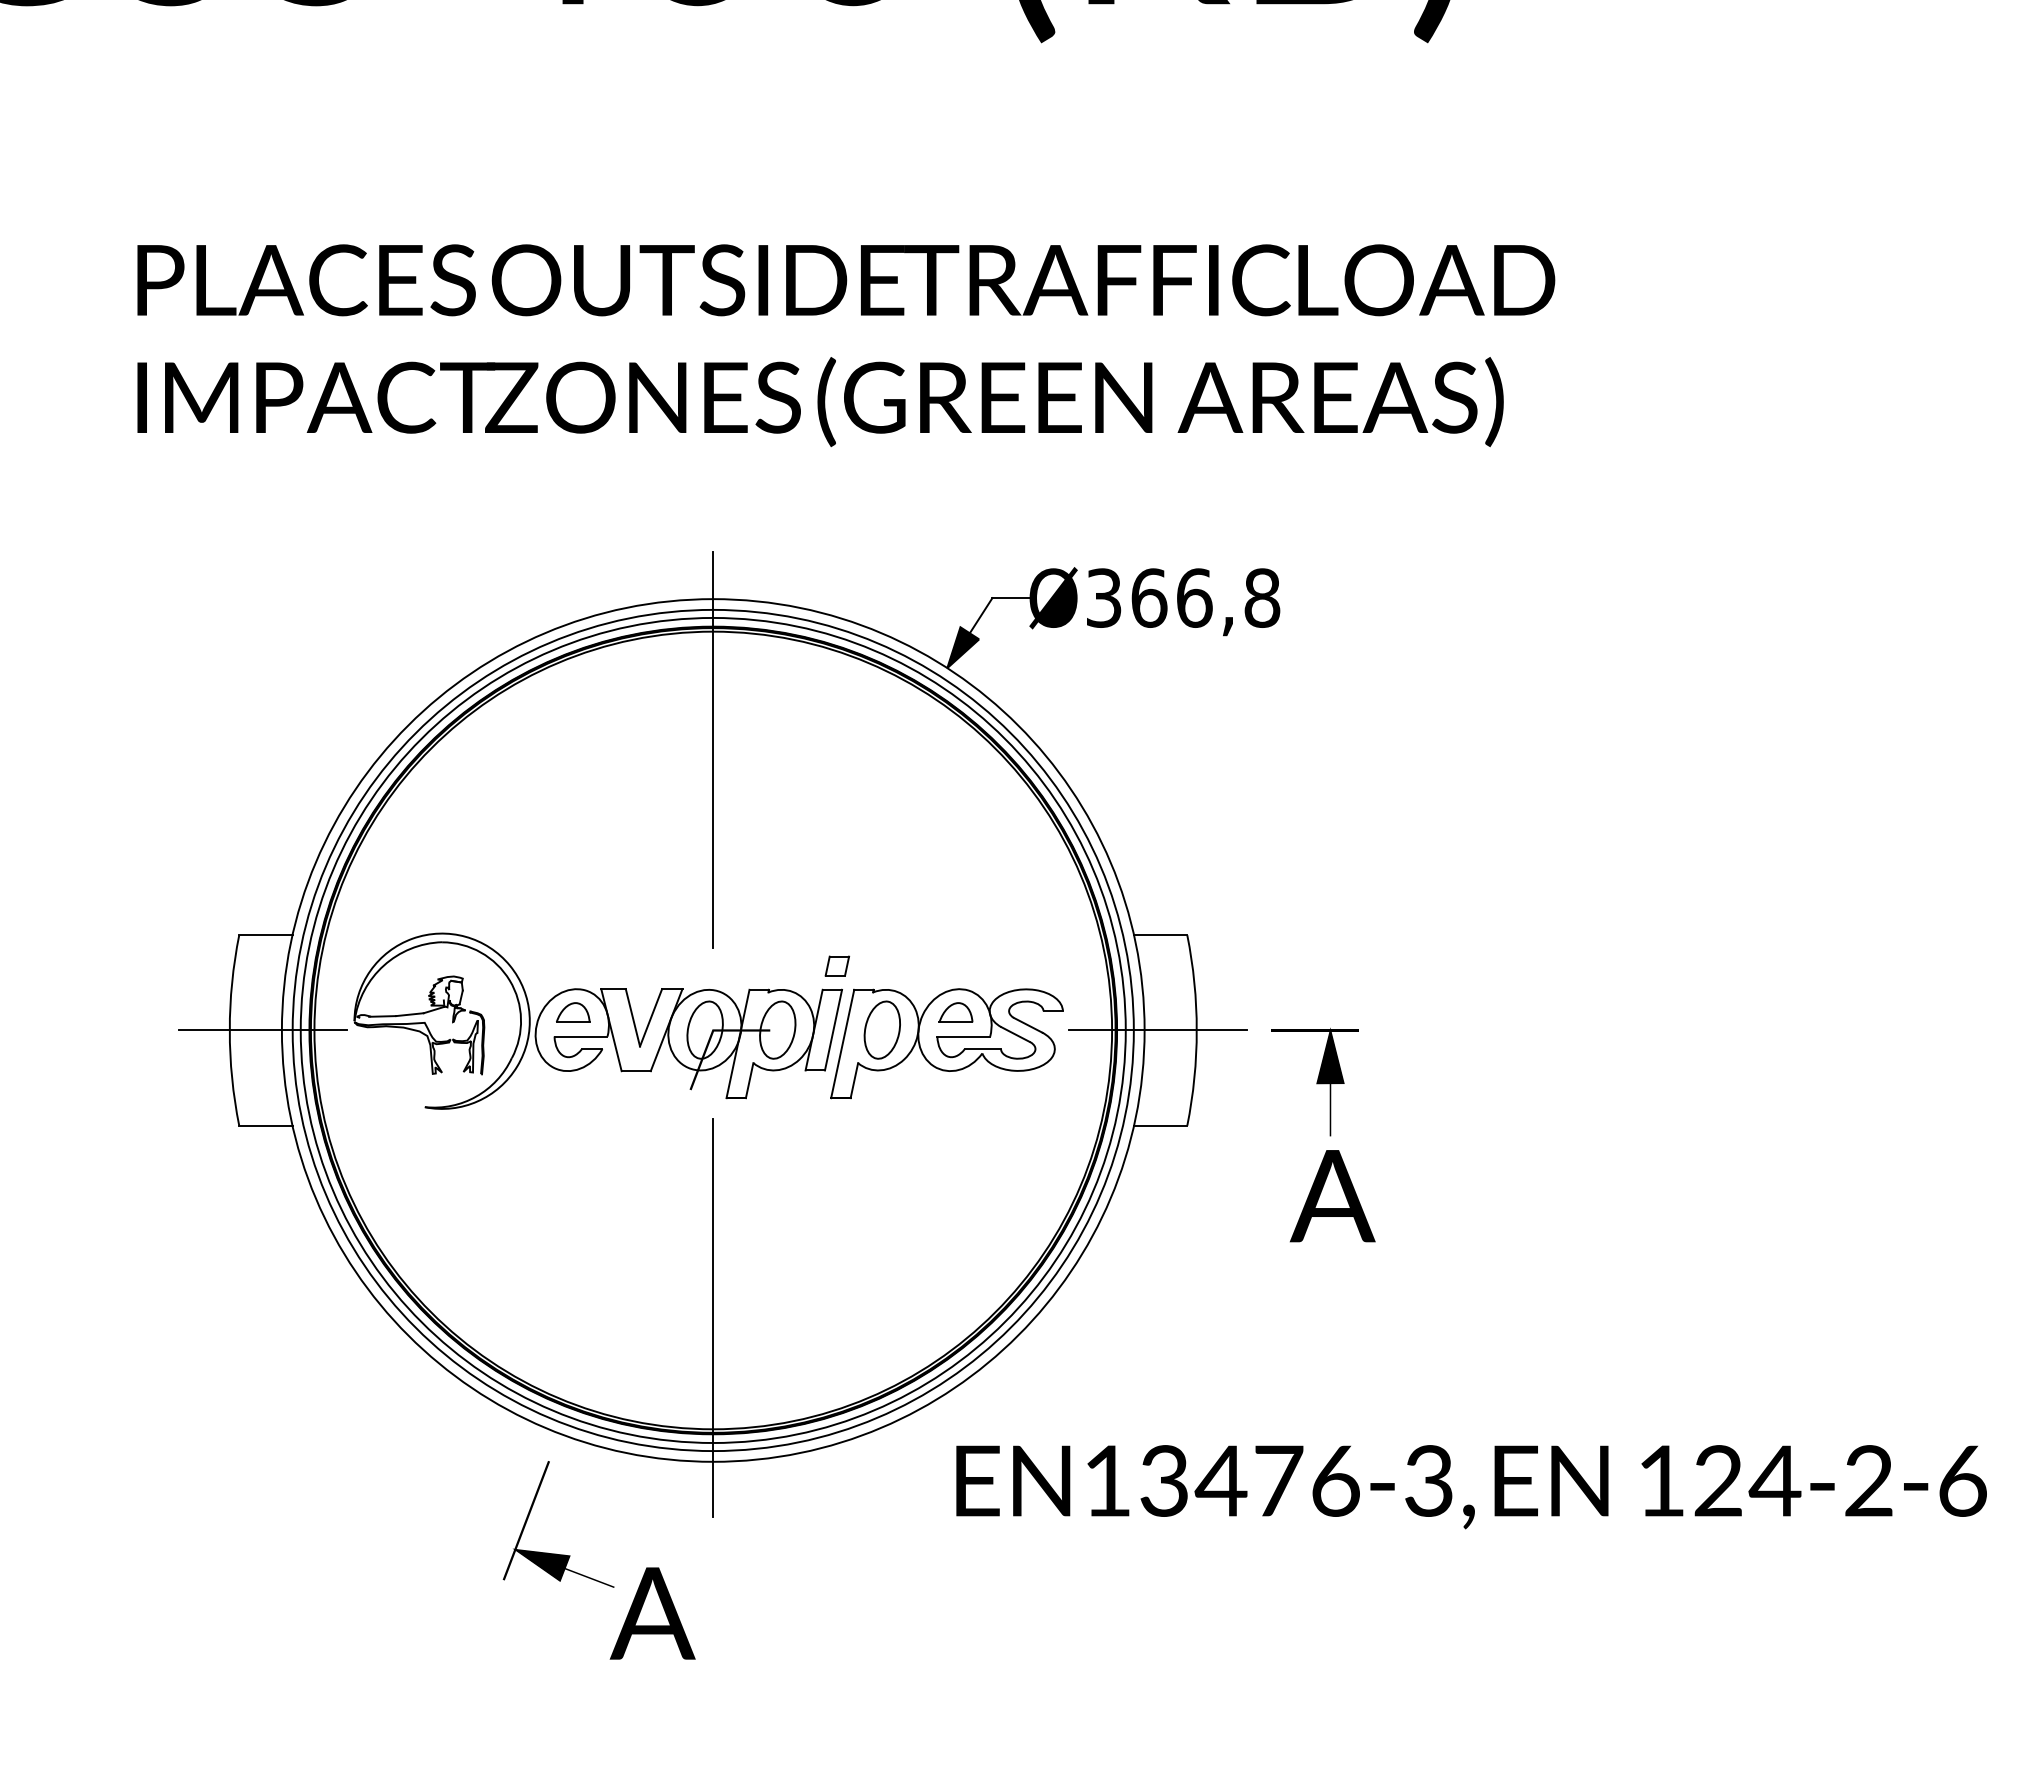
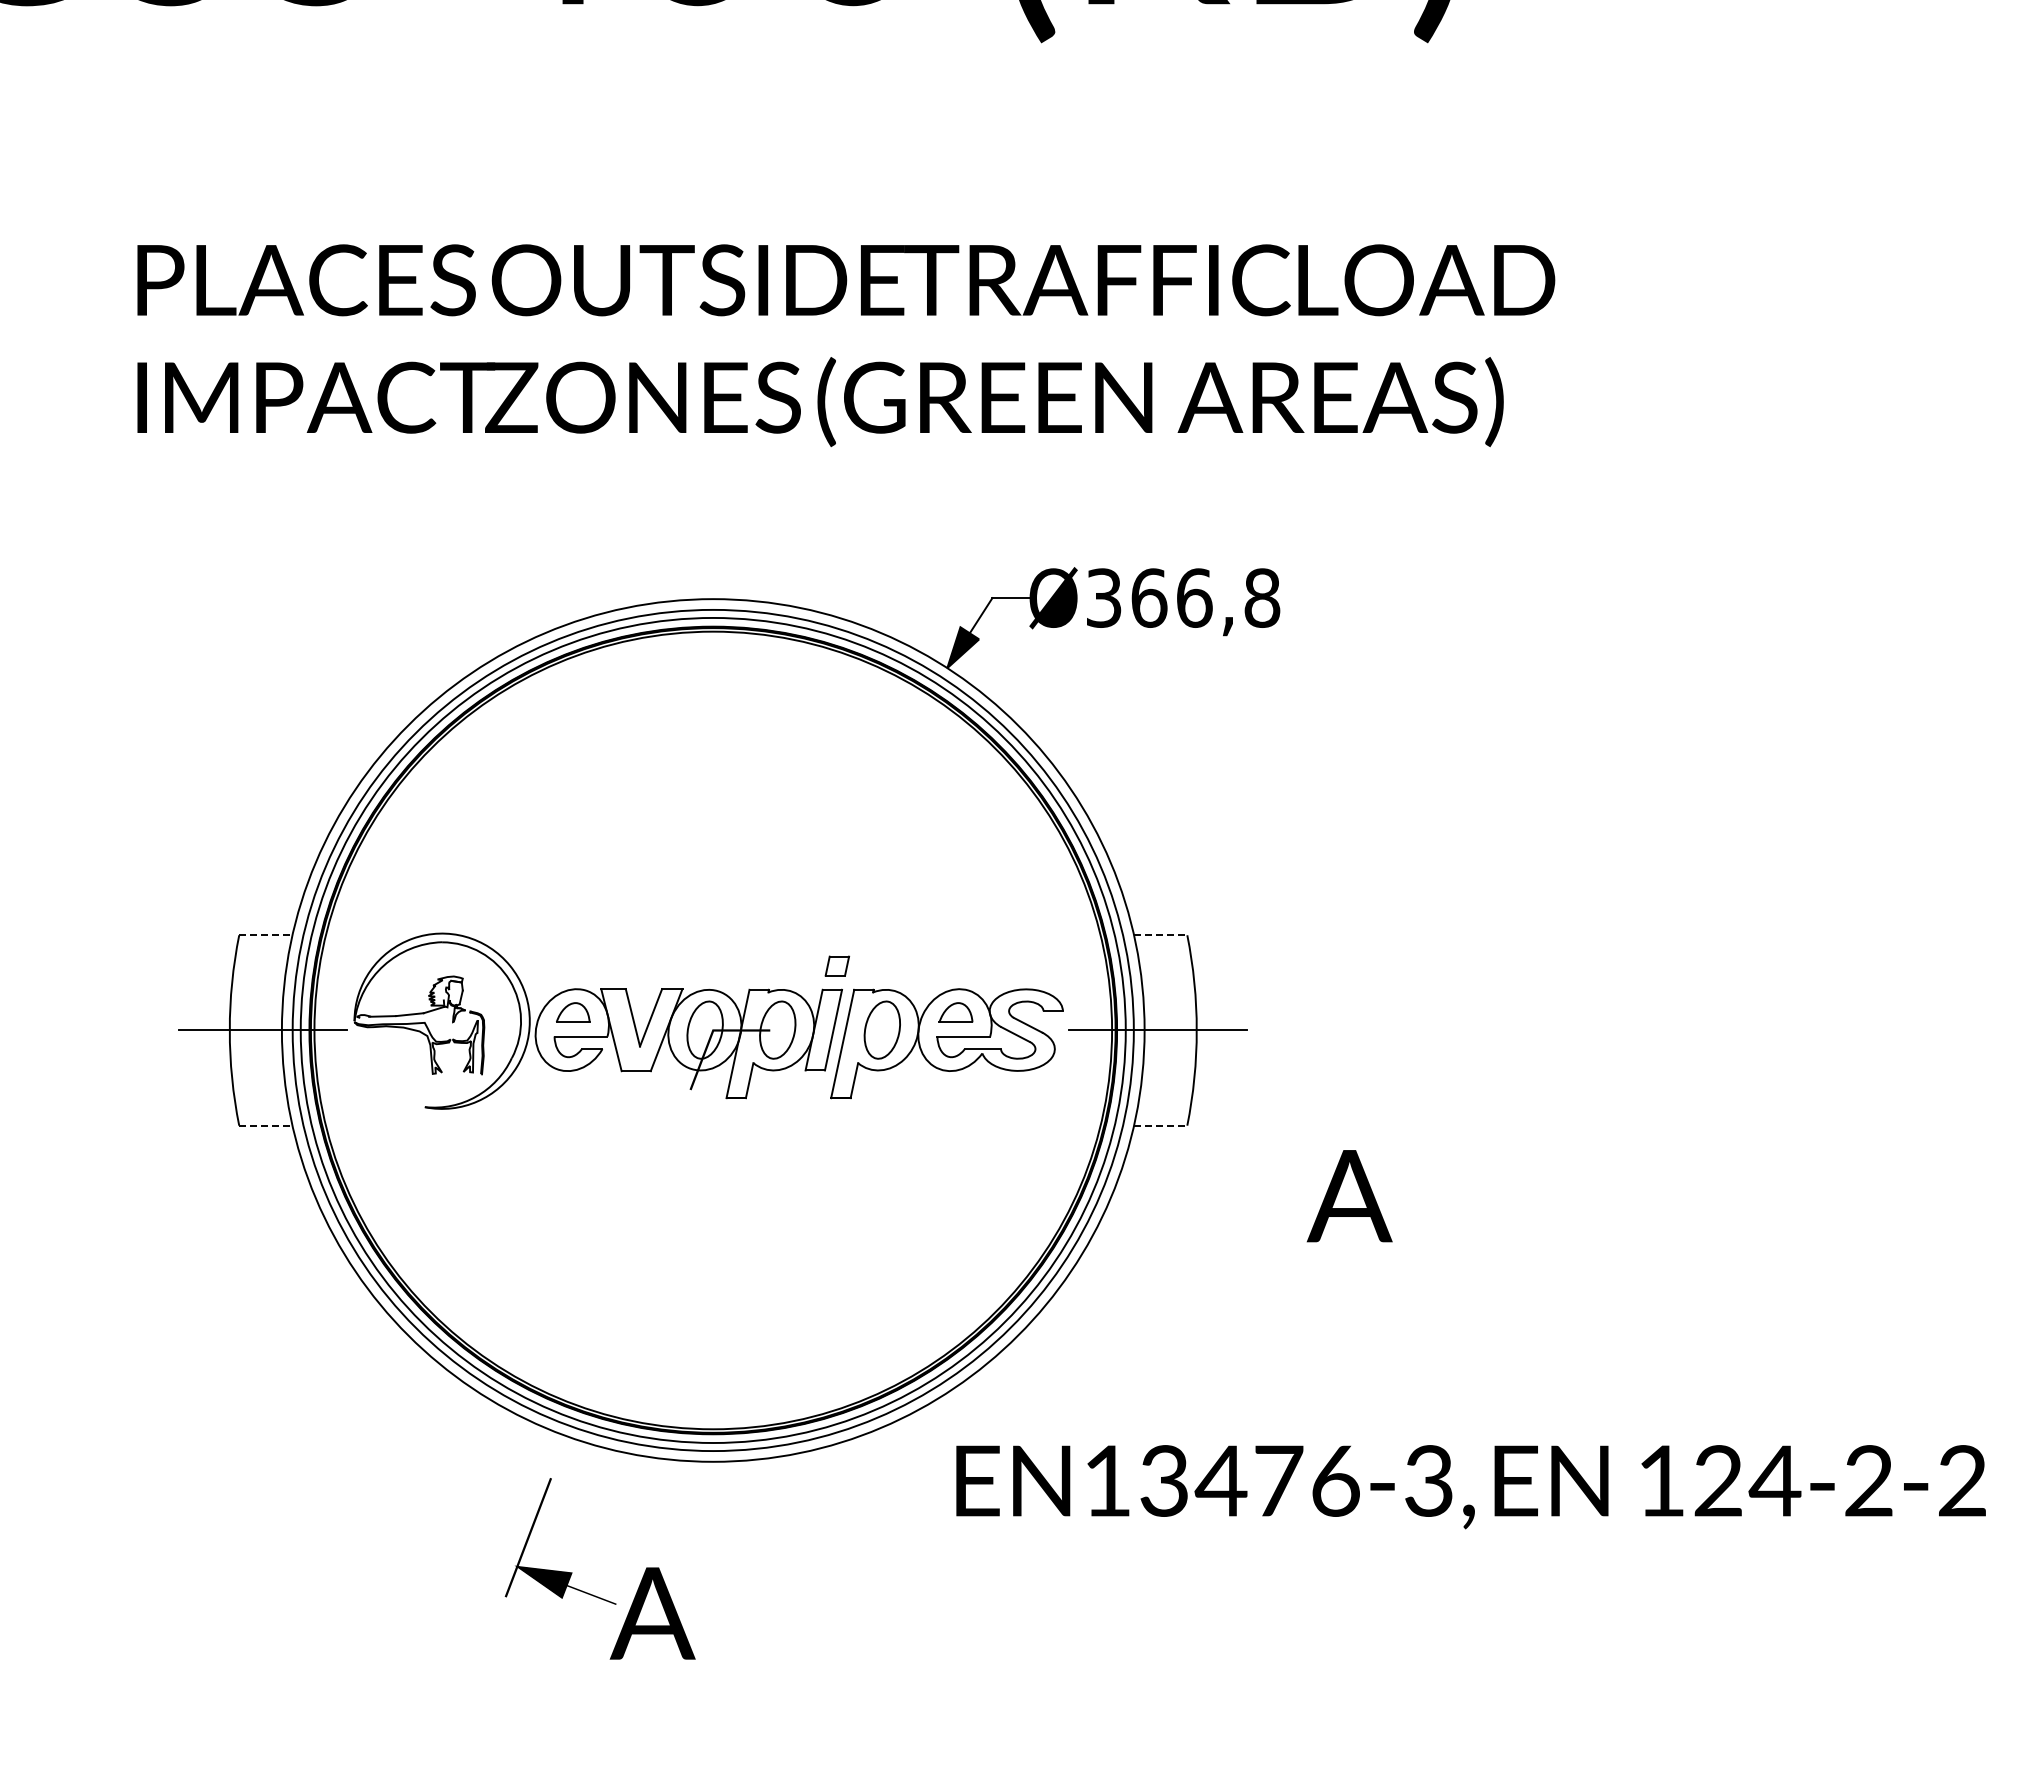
line at (713, 750): present -> none
line at (265, 935): solid -> dashed
line at (1160, 935): solid -> dashed
part at (1314, 1082): present -> none
line at (265, 1125): solid -> dashed
line at (1160, 1125): solid -> dashed
text at (1332, 1196) position: (1332, 1196) -> (1349, 1196)
line at (713, 1317): present -> none
text at (1962, 1480): 124-2-6 -> 124-2-2
part at (556, 1553) position: (556, 1553) -> (558, 1570)
